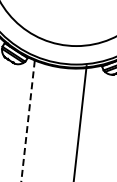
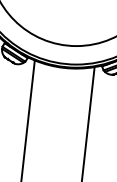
line at (28, 120): dashed -> solid
line at (80, 122) position: (80, 122) -> (88, 122)
